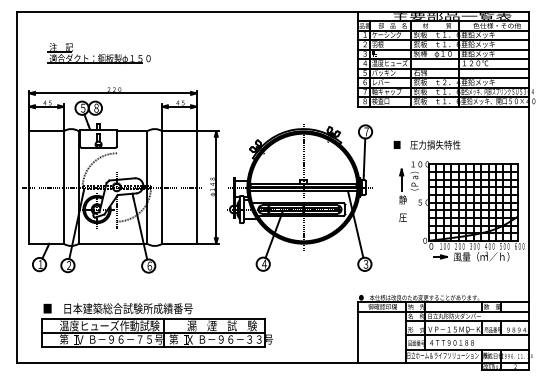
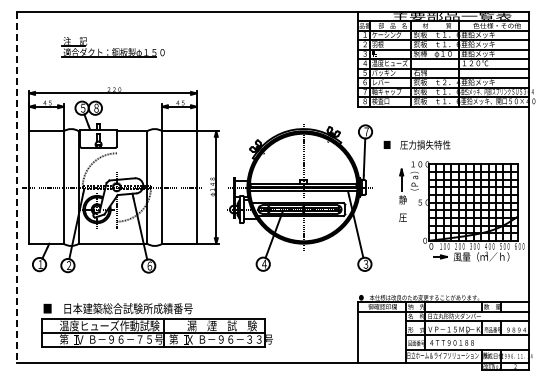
part at (98, 53) position: (98, 53) -> (112, 47)
text at (426, 144) position: (426, 144) -> (416, 144)
line at (16, 187): solid -> dashed
